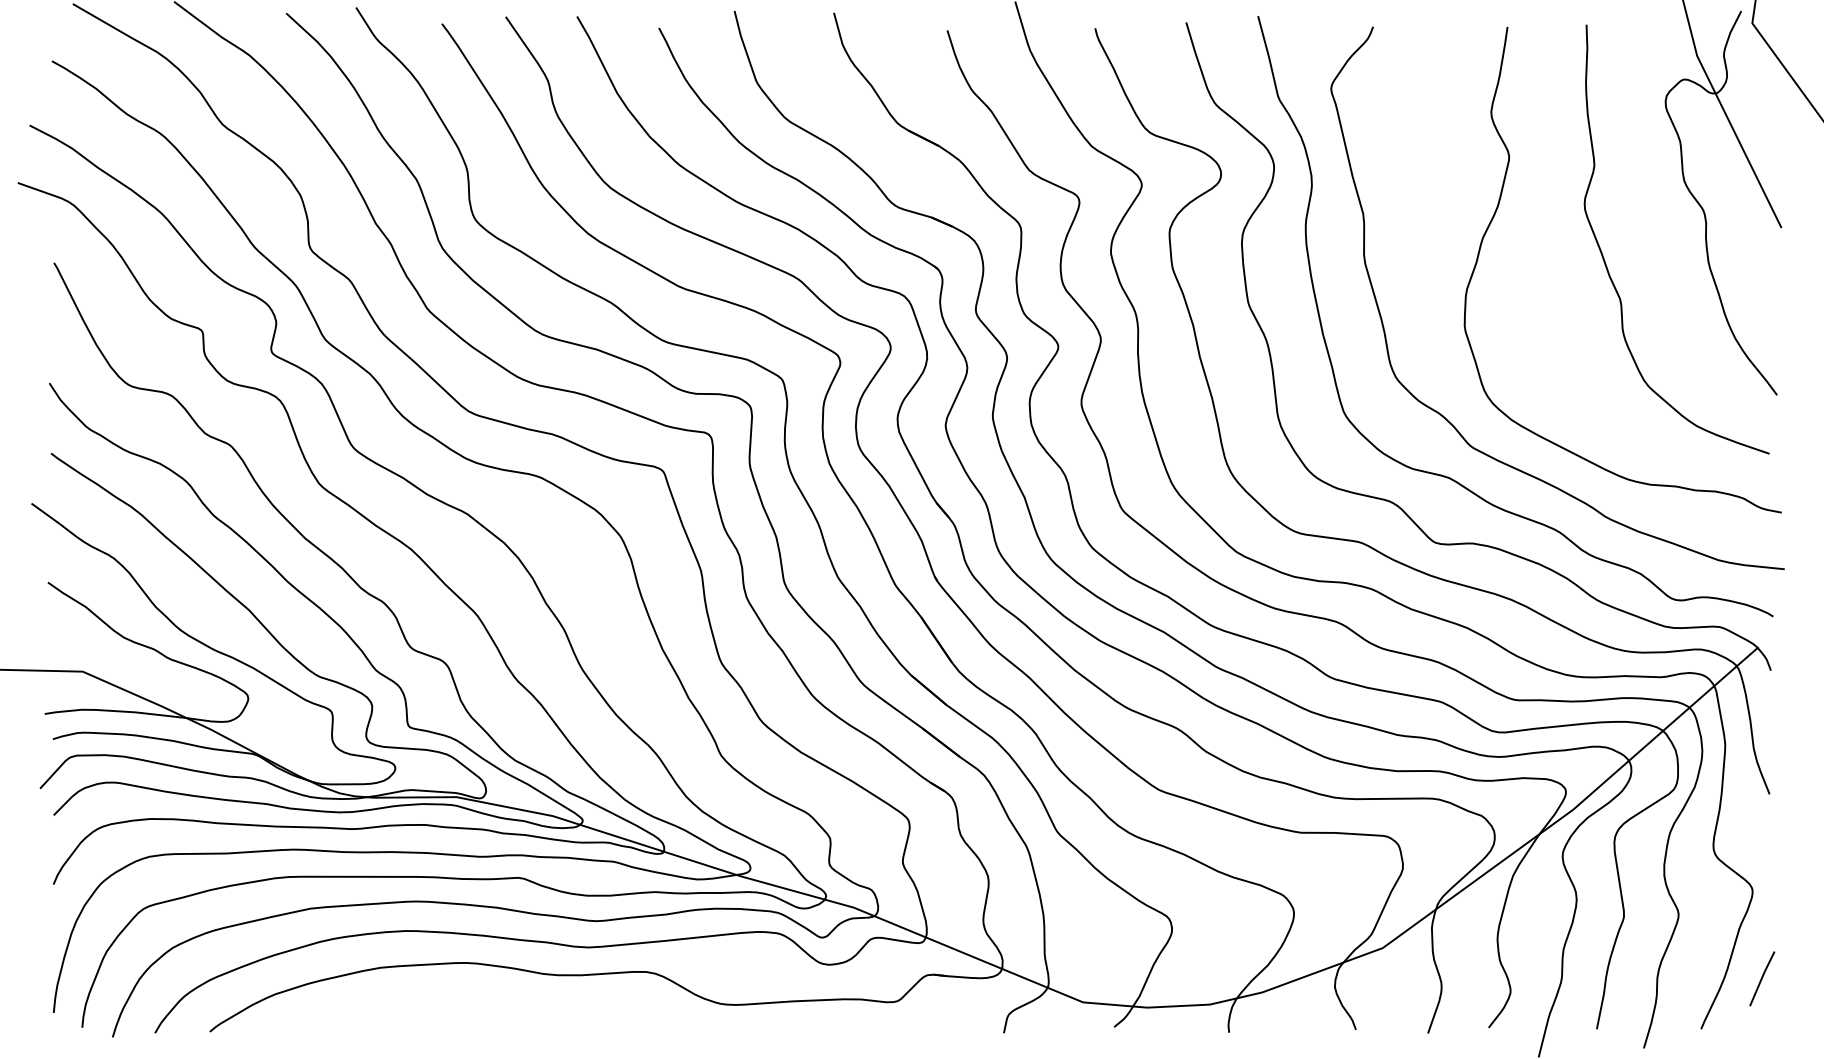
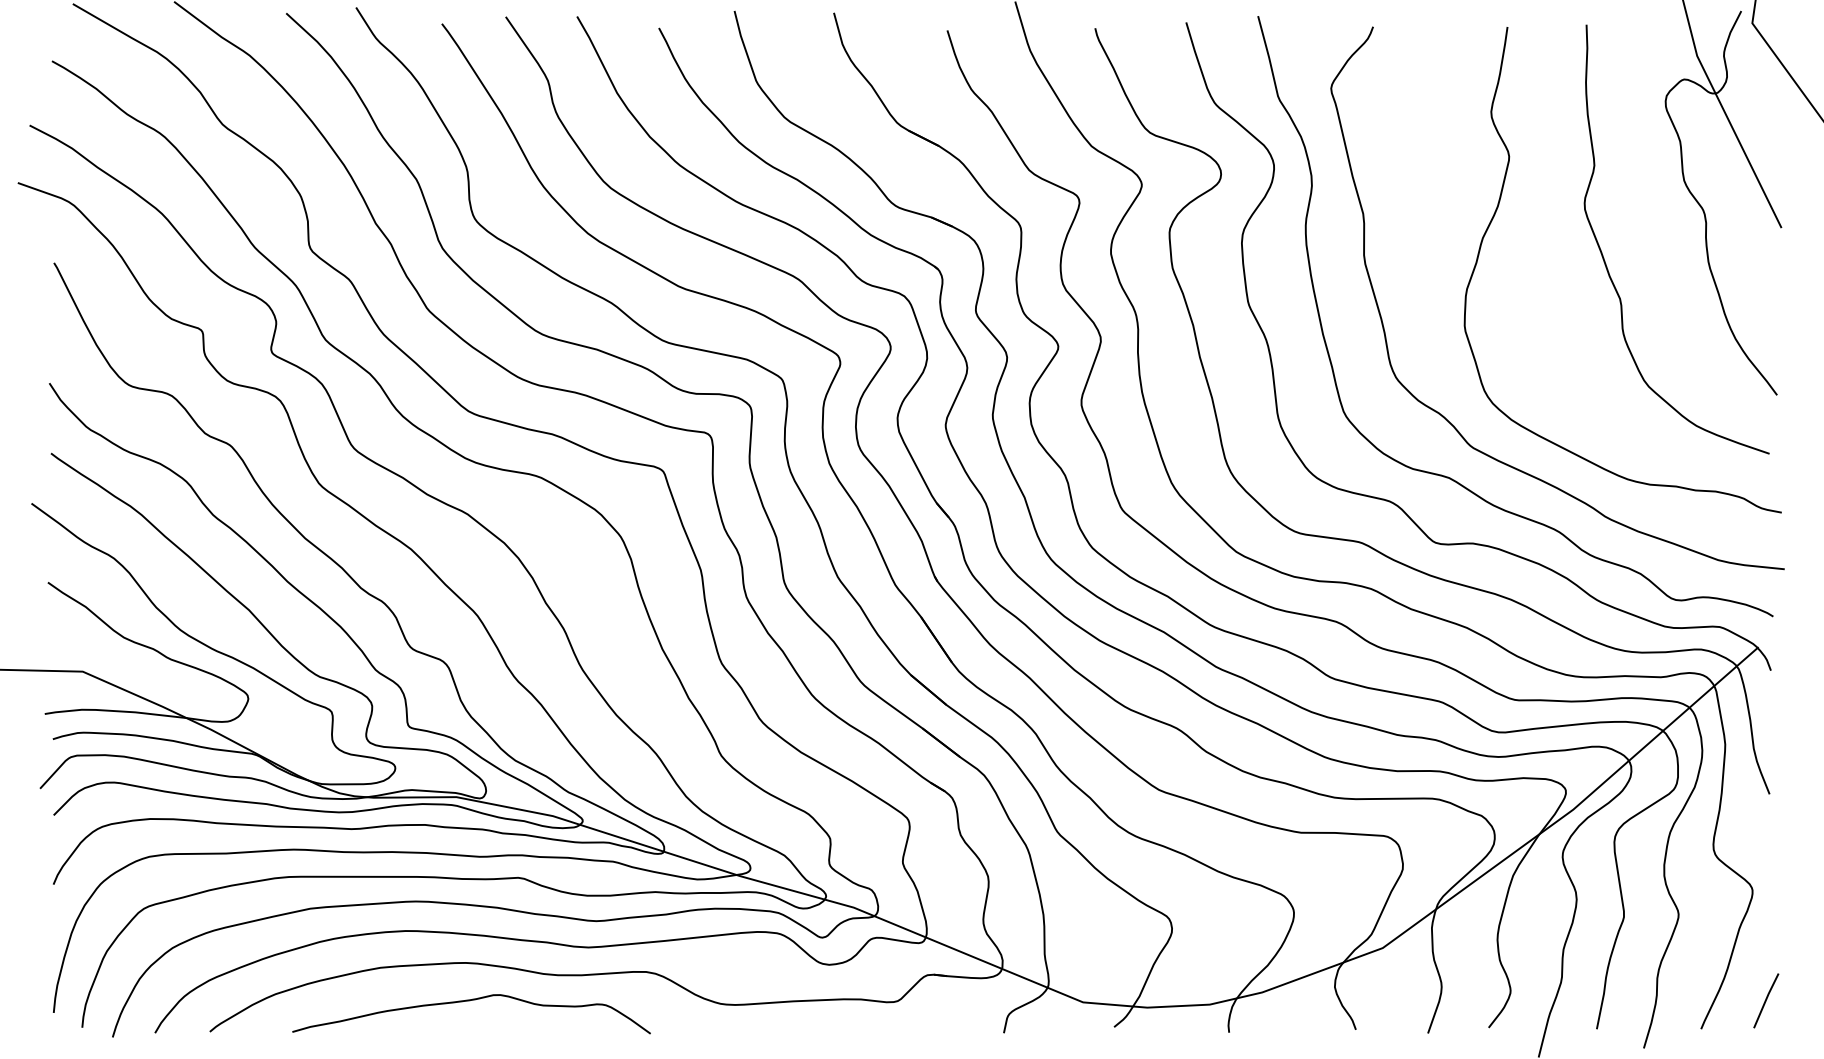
line at (1762, 978) position: (1762, 978) -> (1766, 1000)
curve at (469, 1001): none -> present
